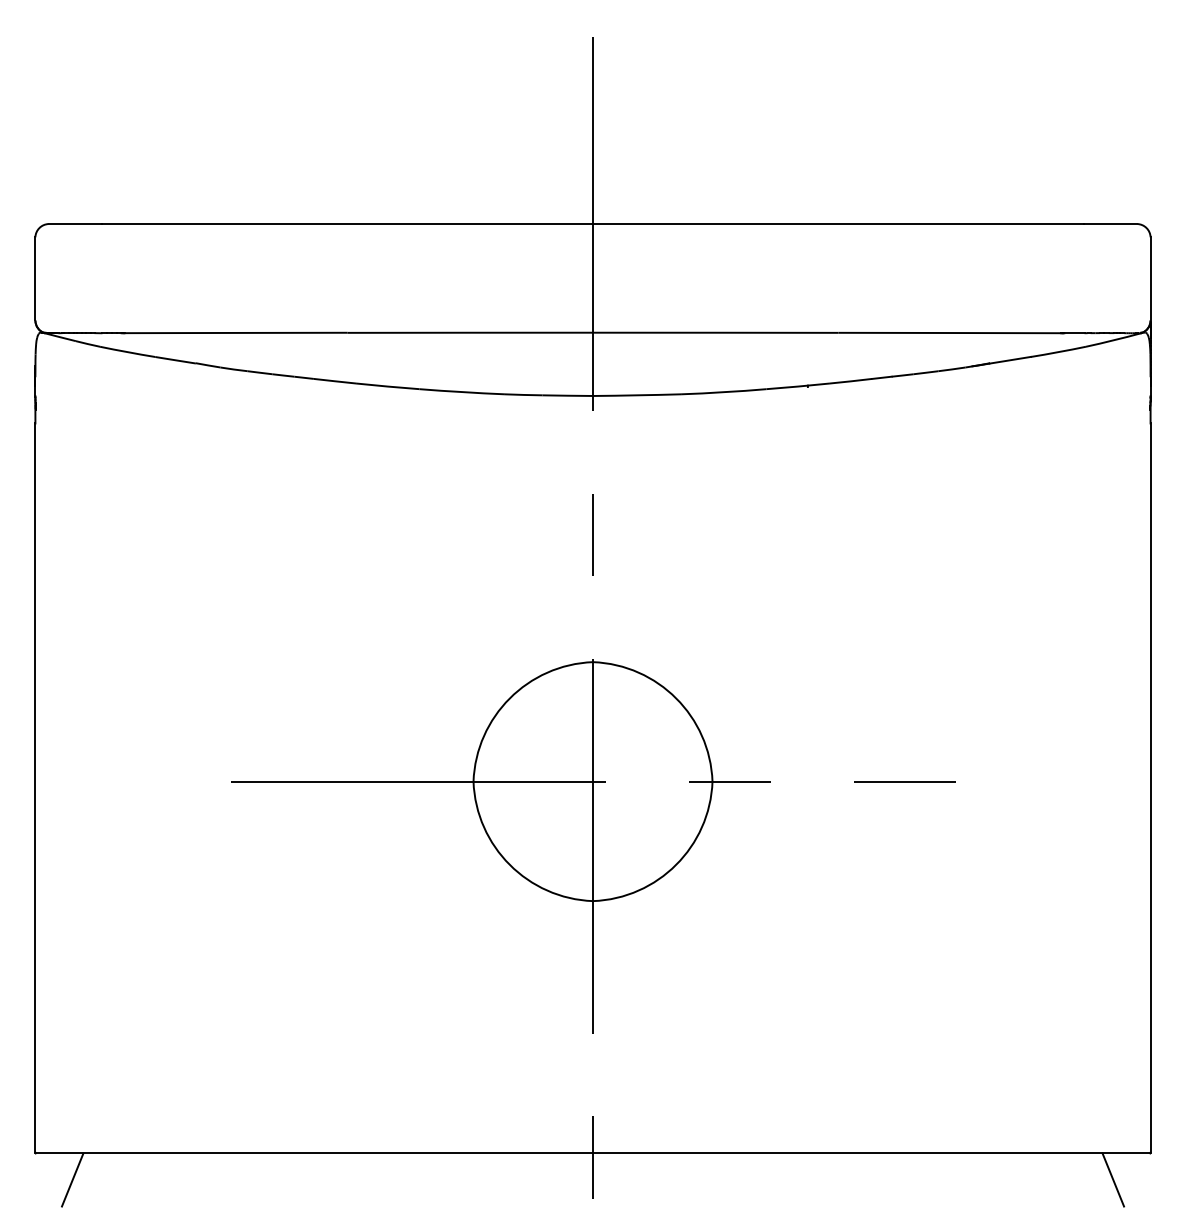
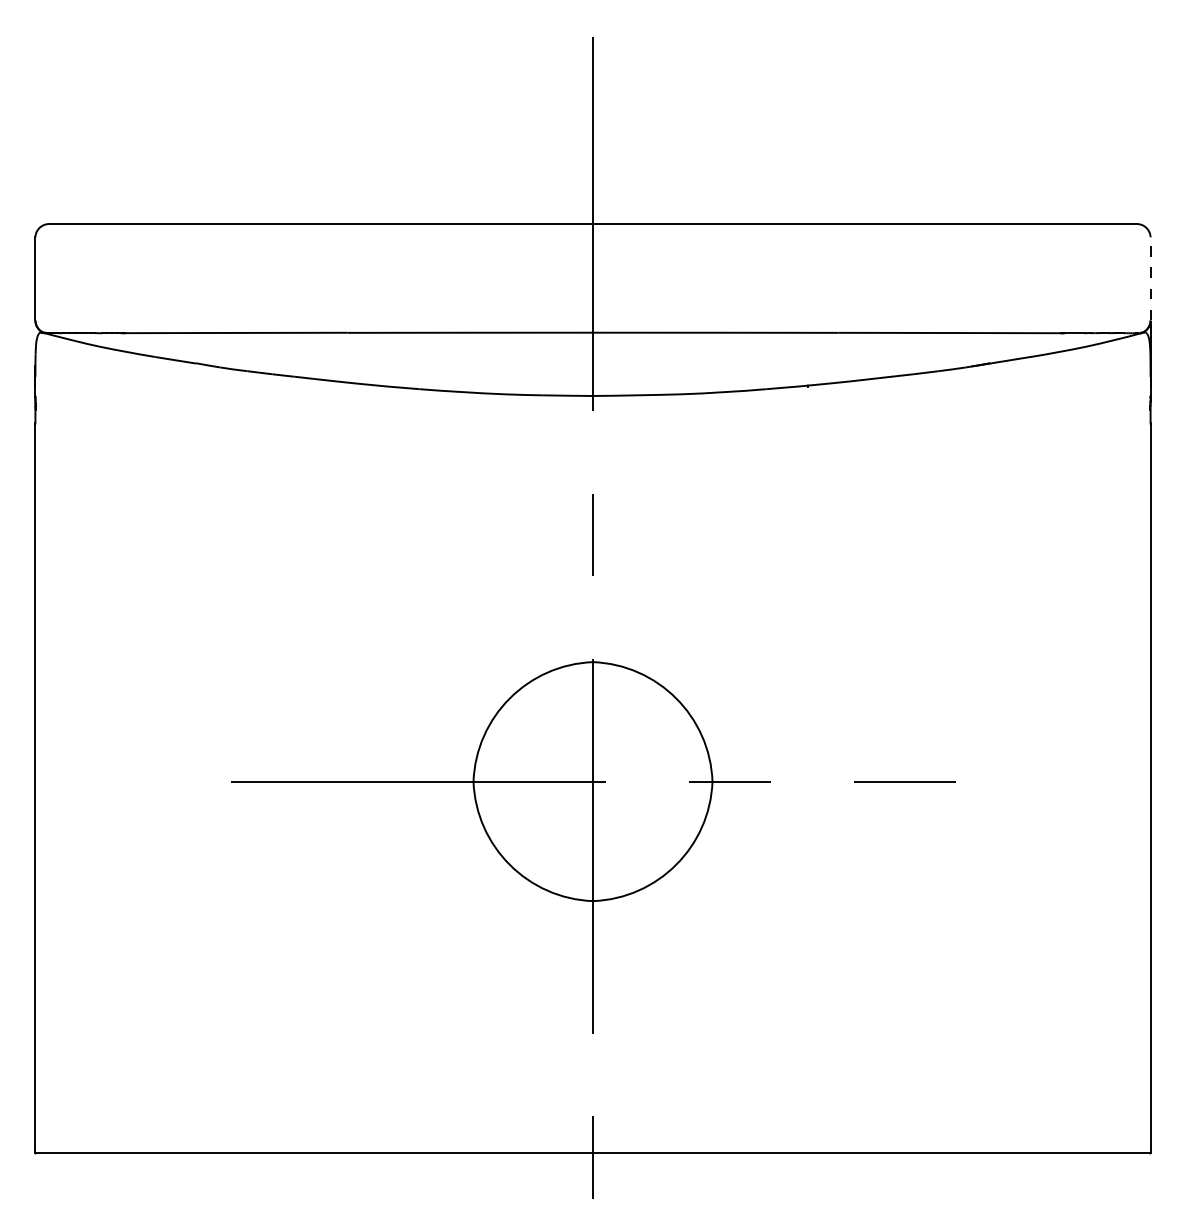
line at (1150, 278): solid -> dashed
line at (72, 1179): present -> none
line at (1113, 1179): present -> none
